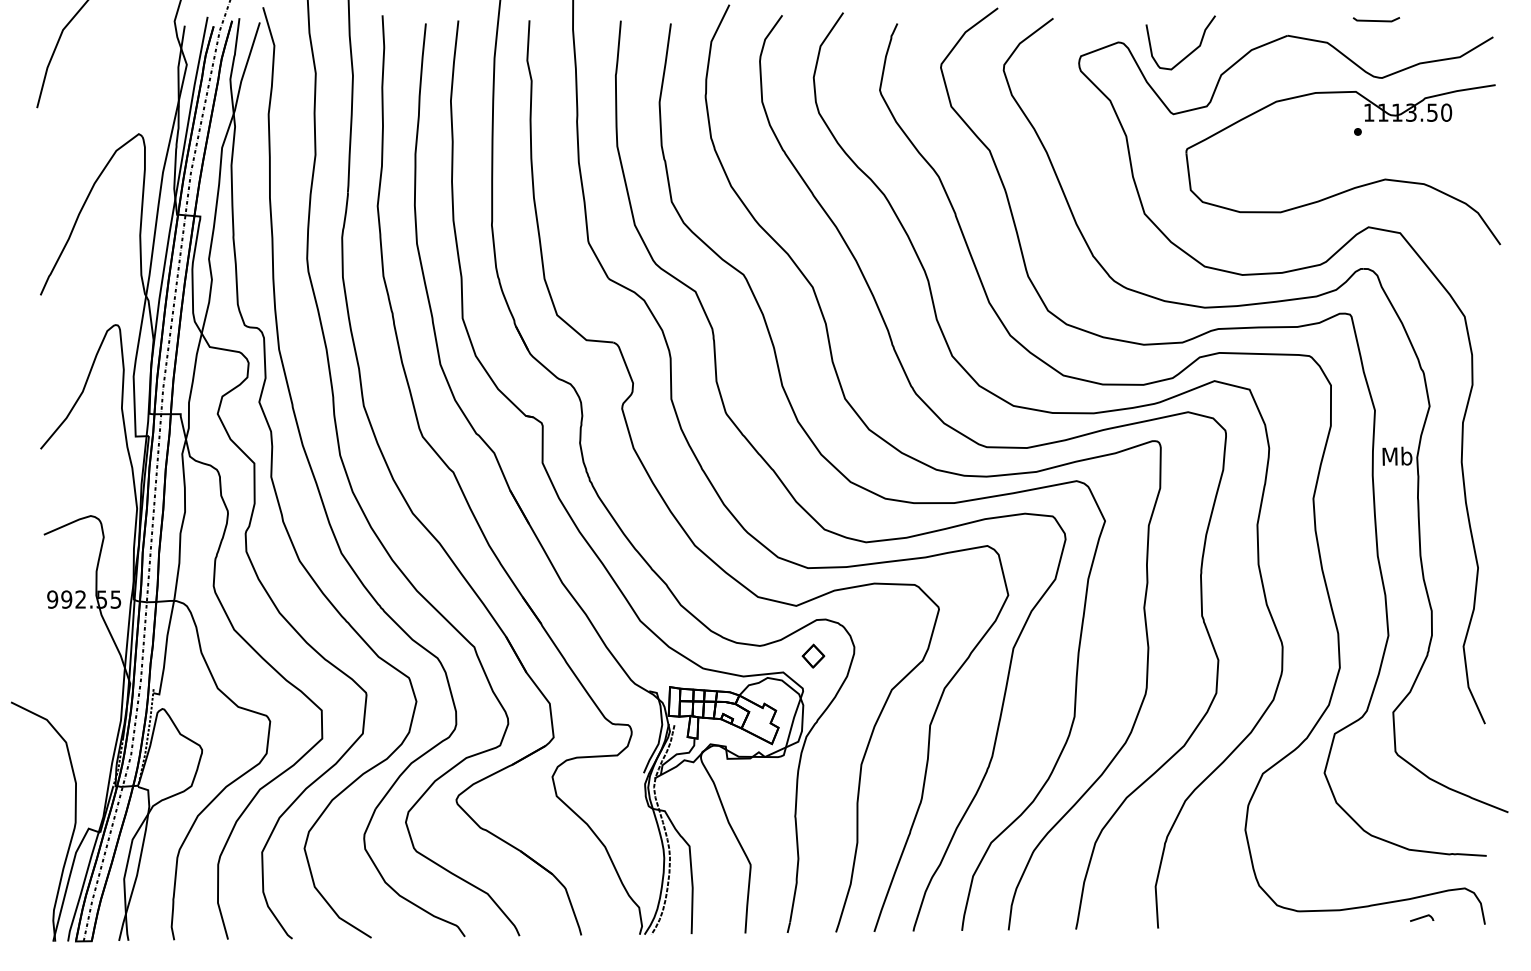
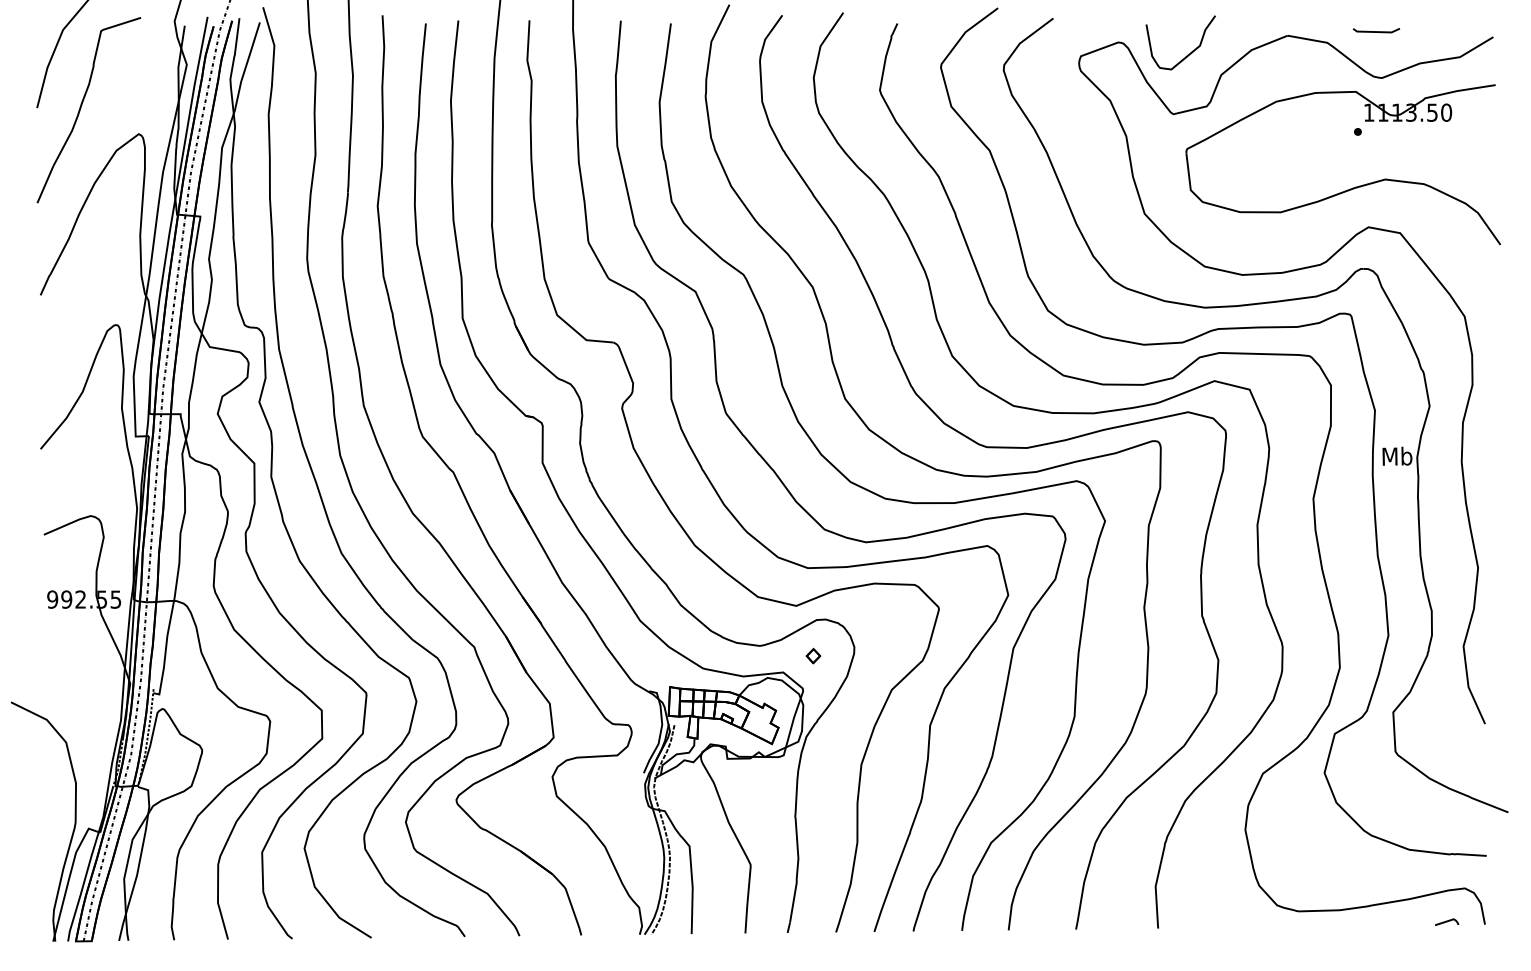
line at (1376, 20) position: (1376, 20) -> (1376, 31)
part at (81, 108): none -> present
part at (813, 655) size: 25x26 px -> 17x18 px
curve at (1422, 917) position: (1422, 917) -> (1447, 921)
